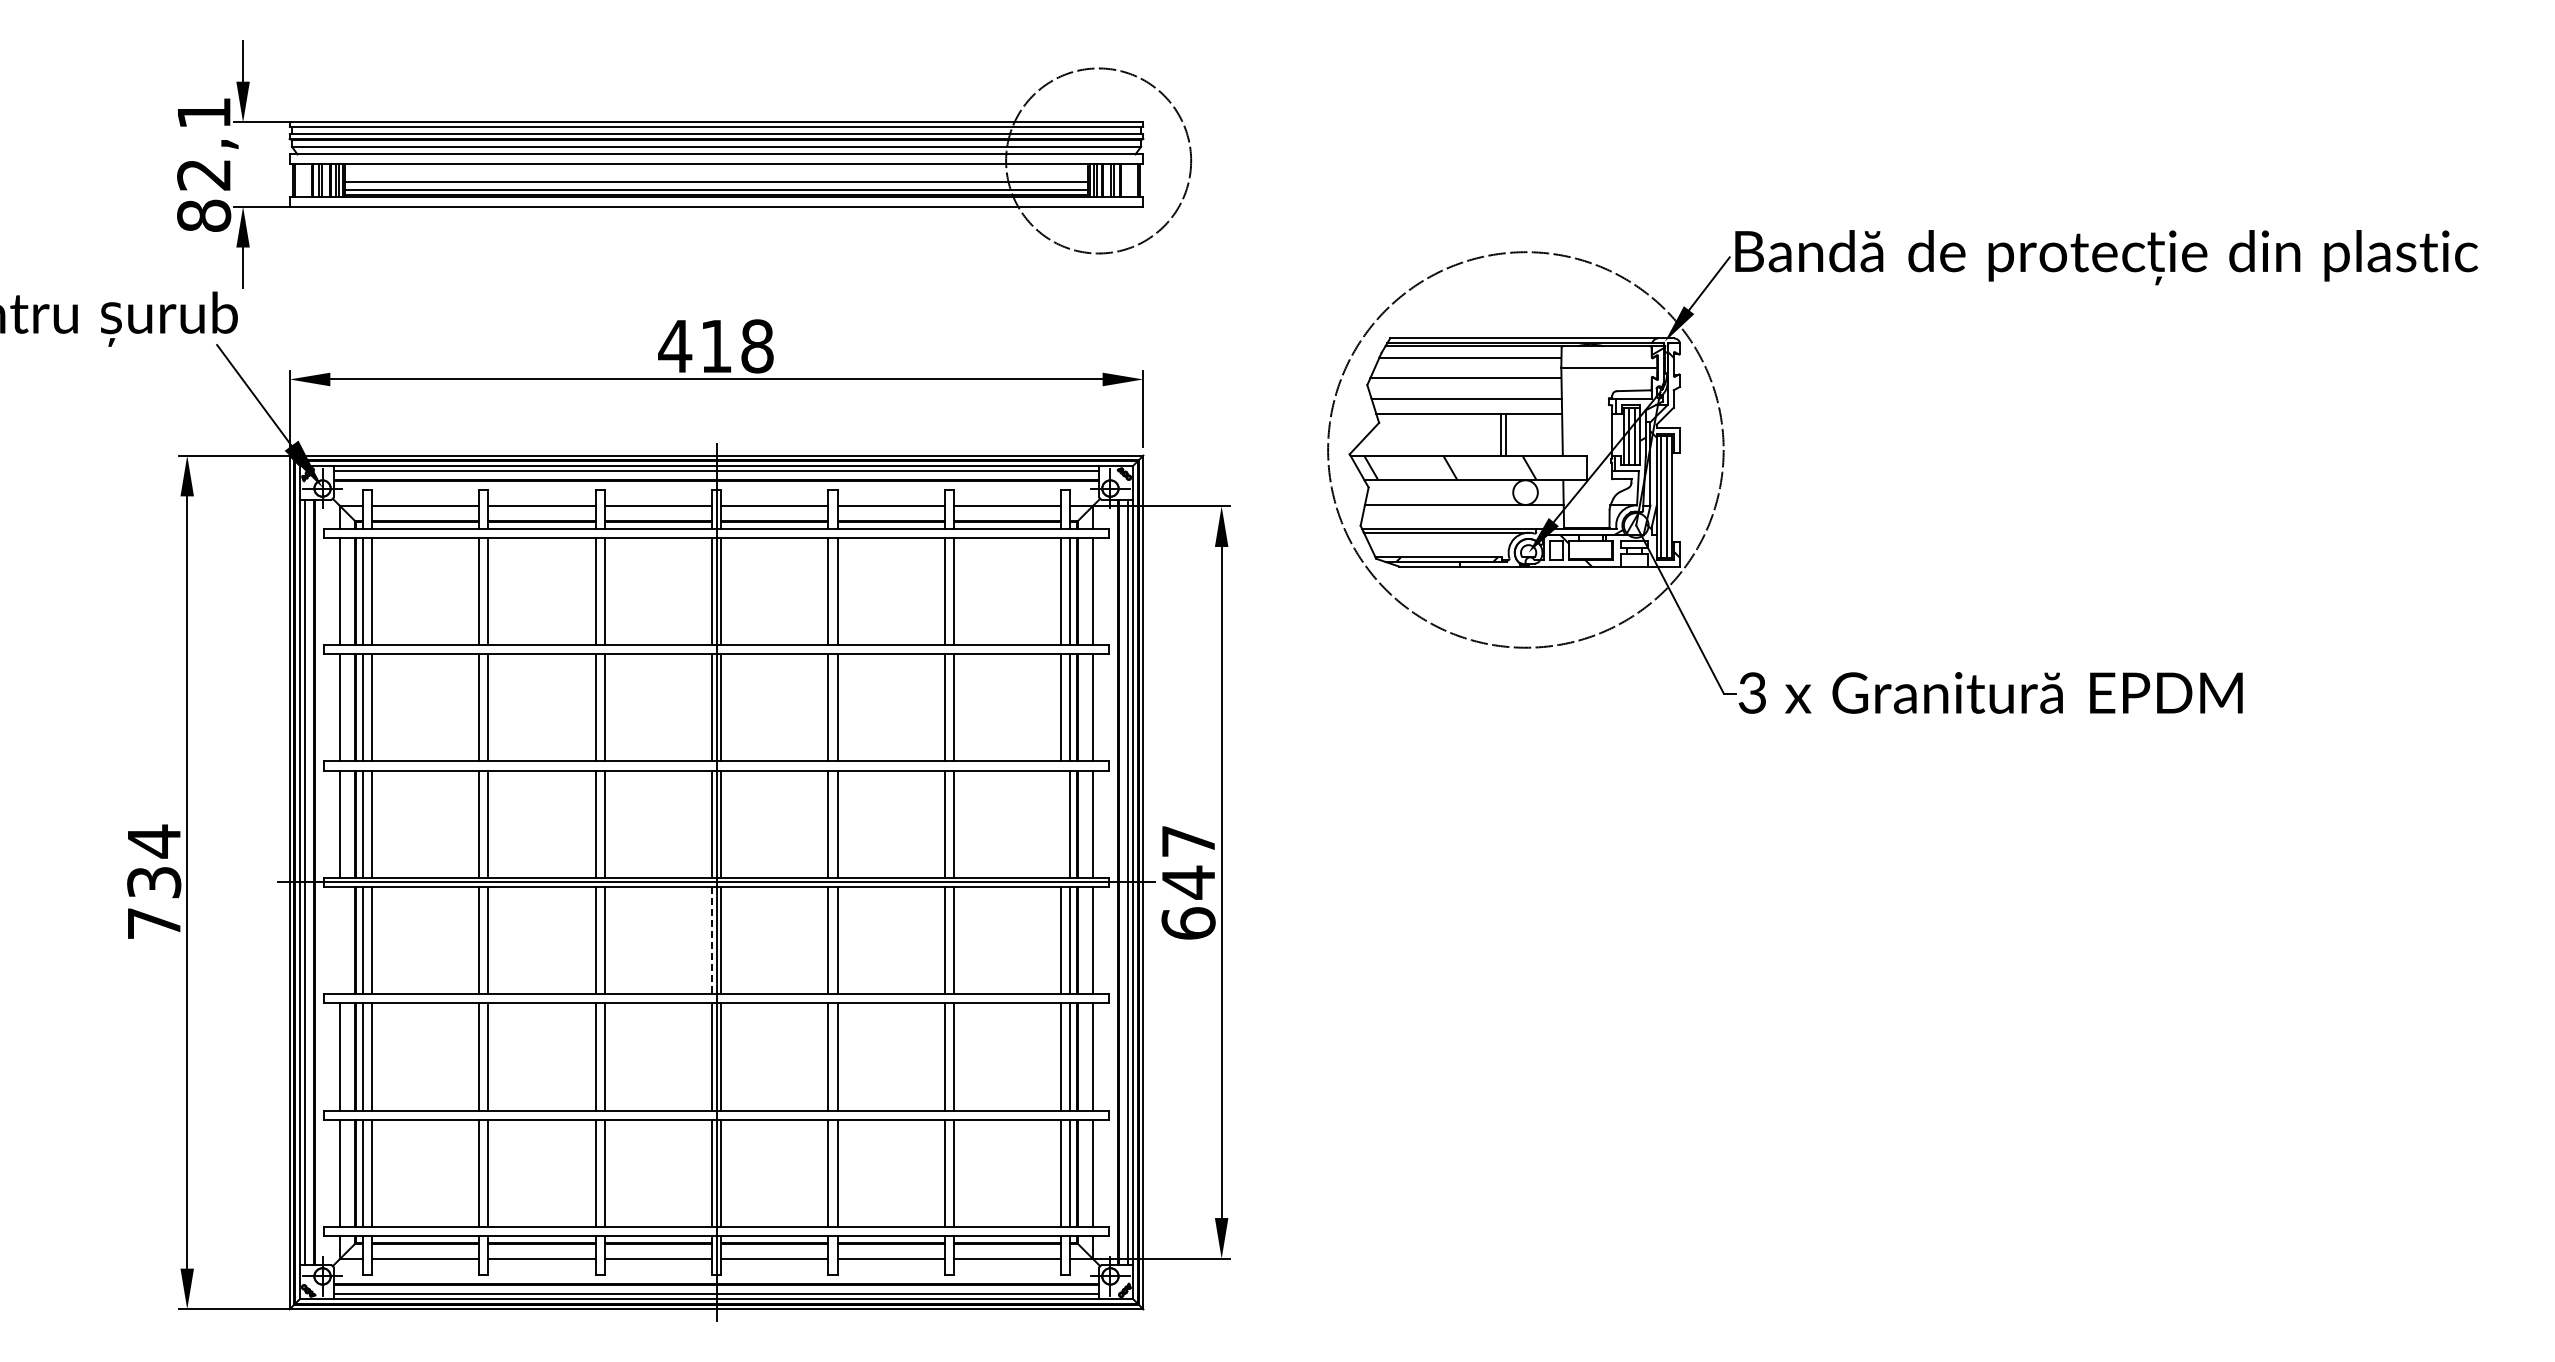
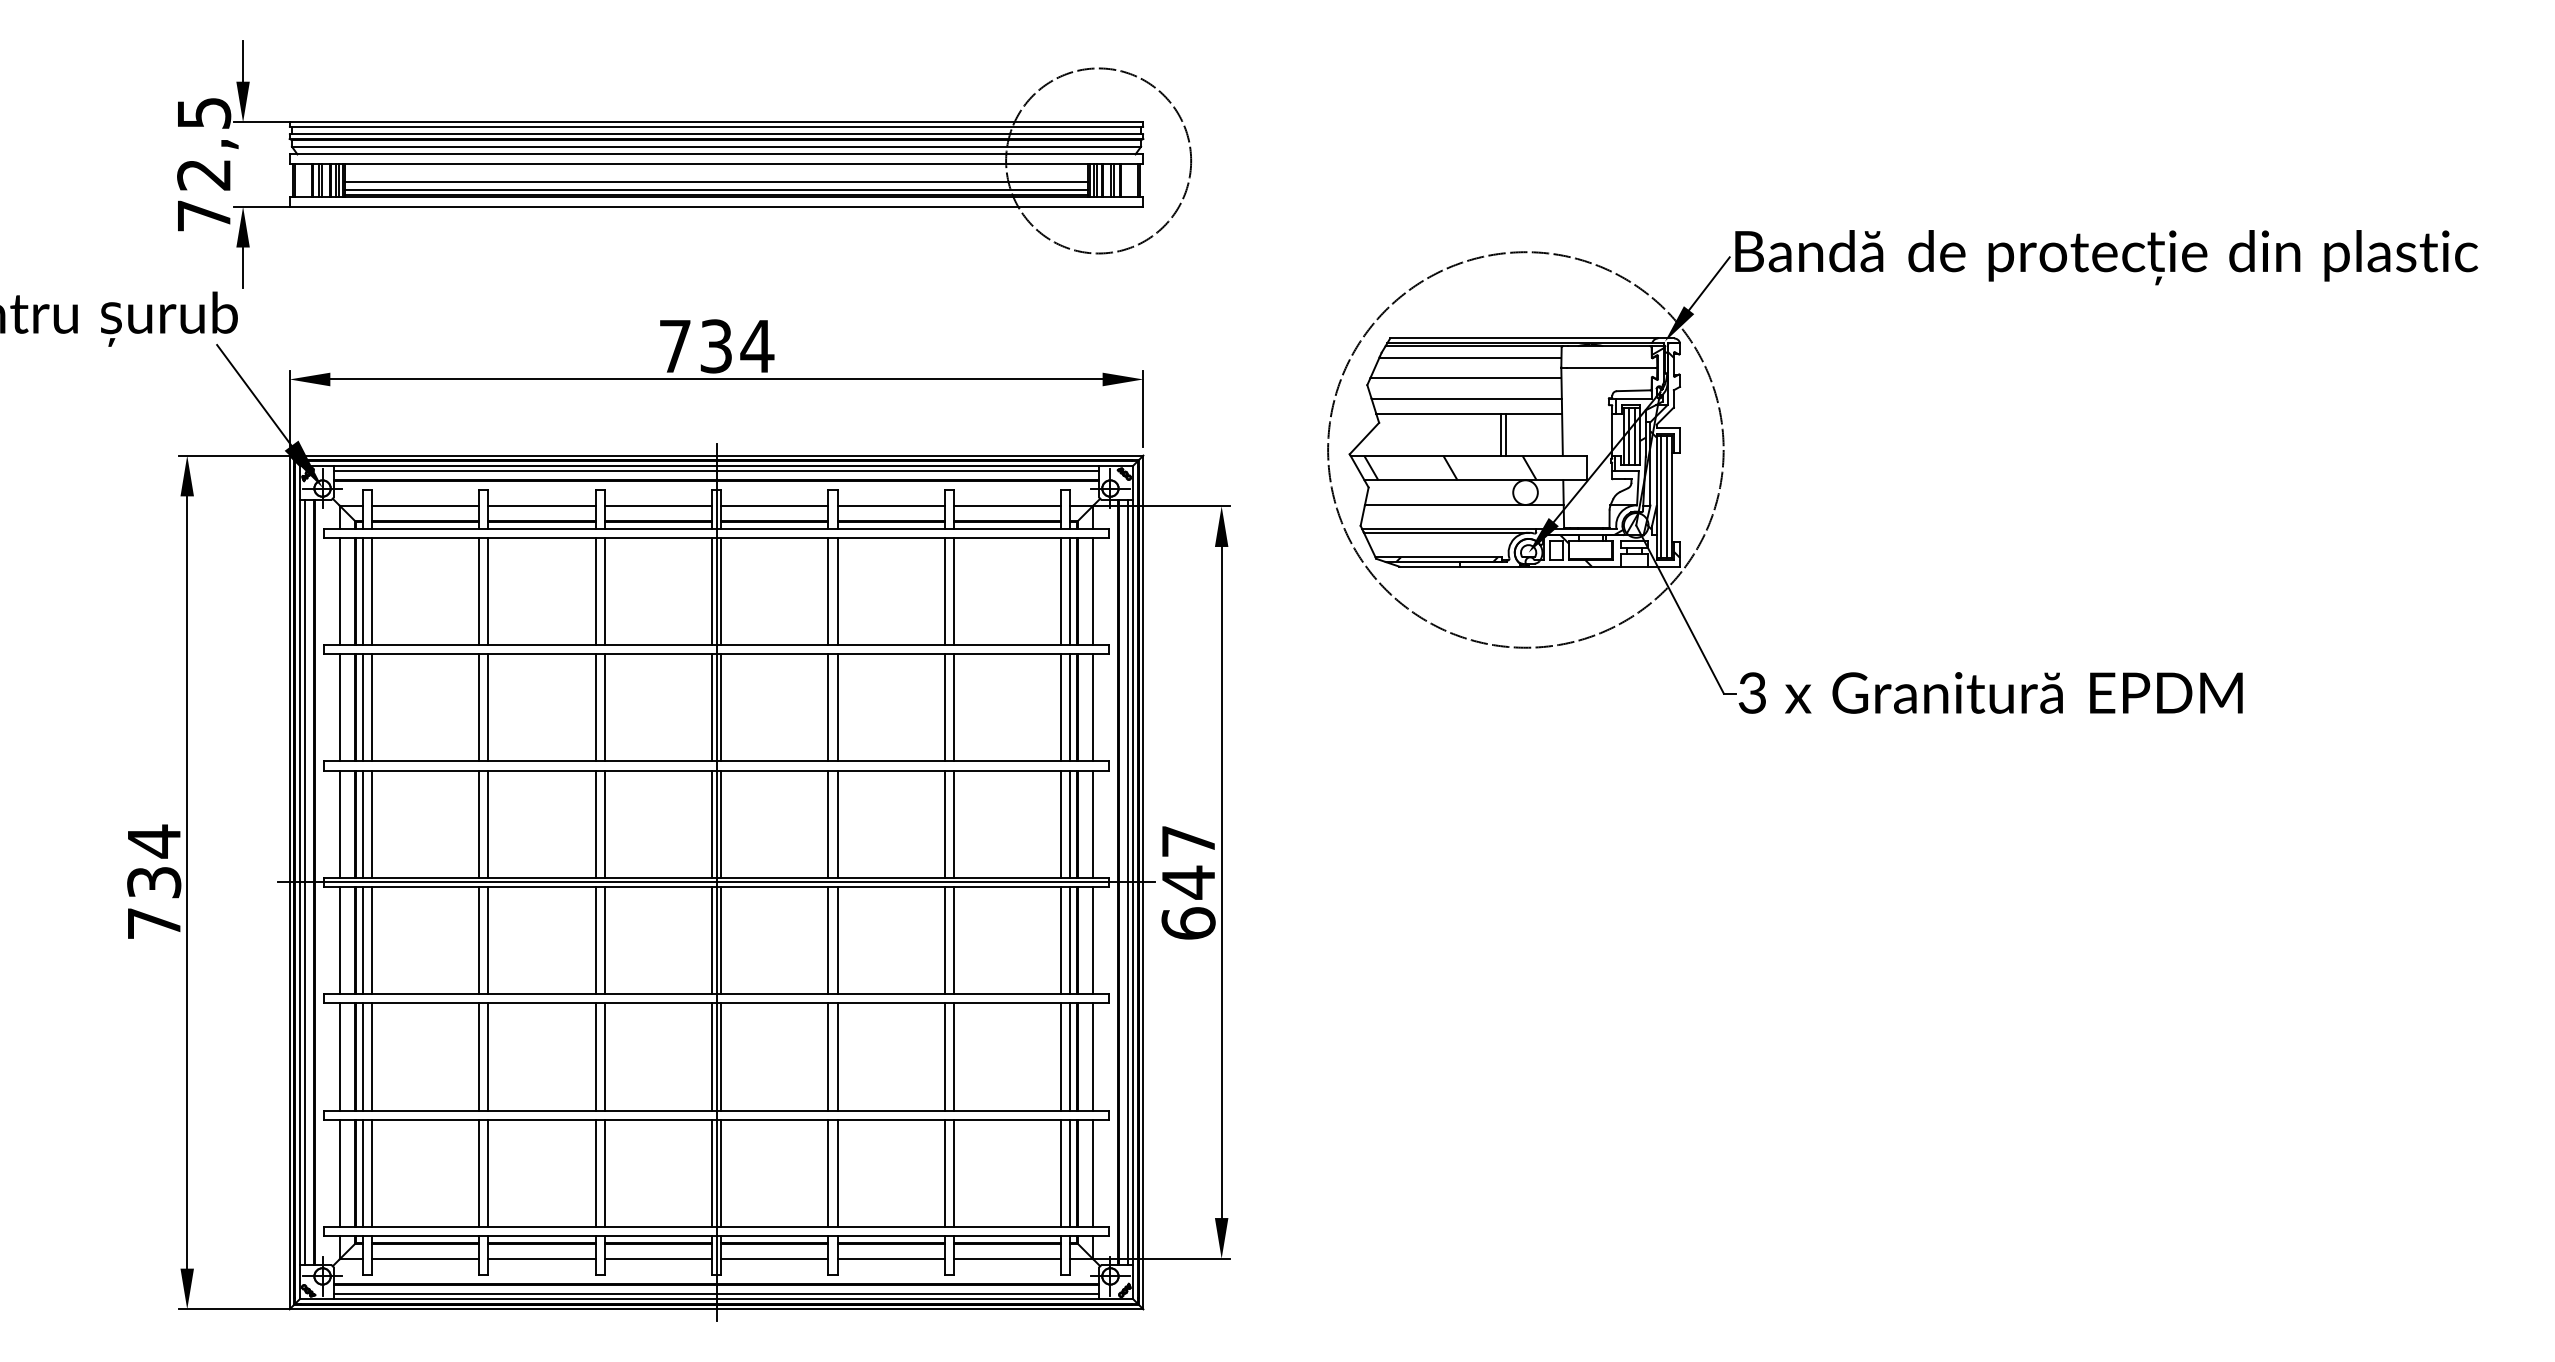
text at (204, 164): 82,1 -> 72,5
text at (716, 346): 418 -> 734
line at (1060, 823): none -> present
line at (340, 940): none -> present
line at (711, 940): dashed -> solid
